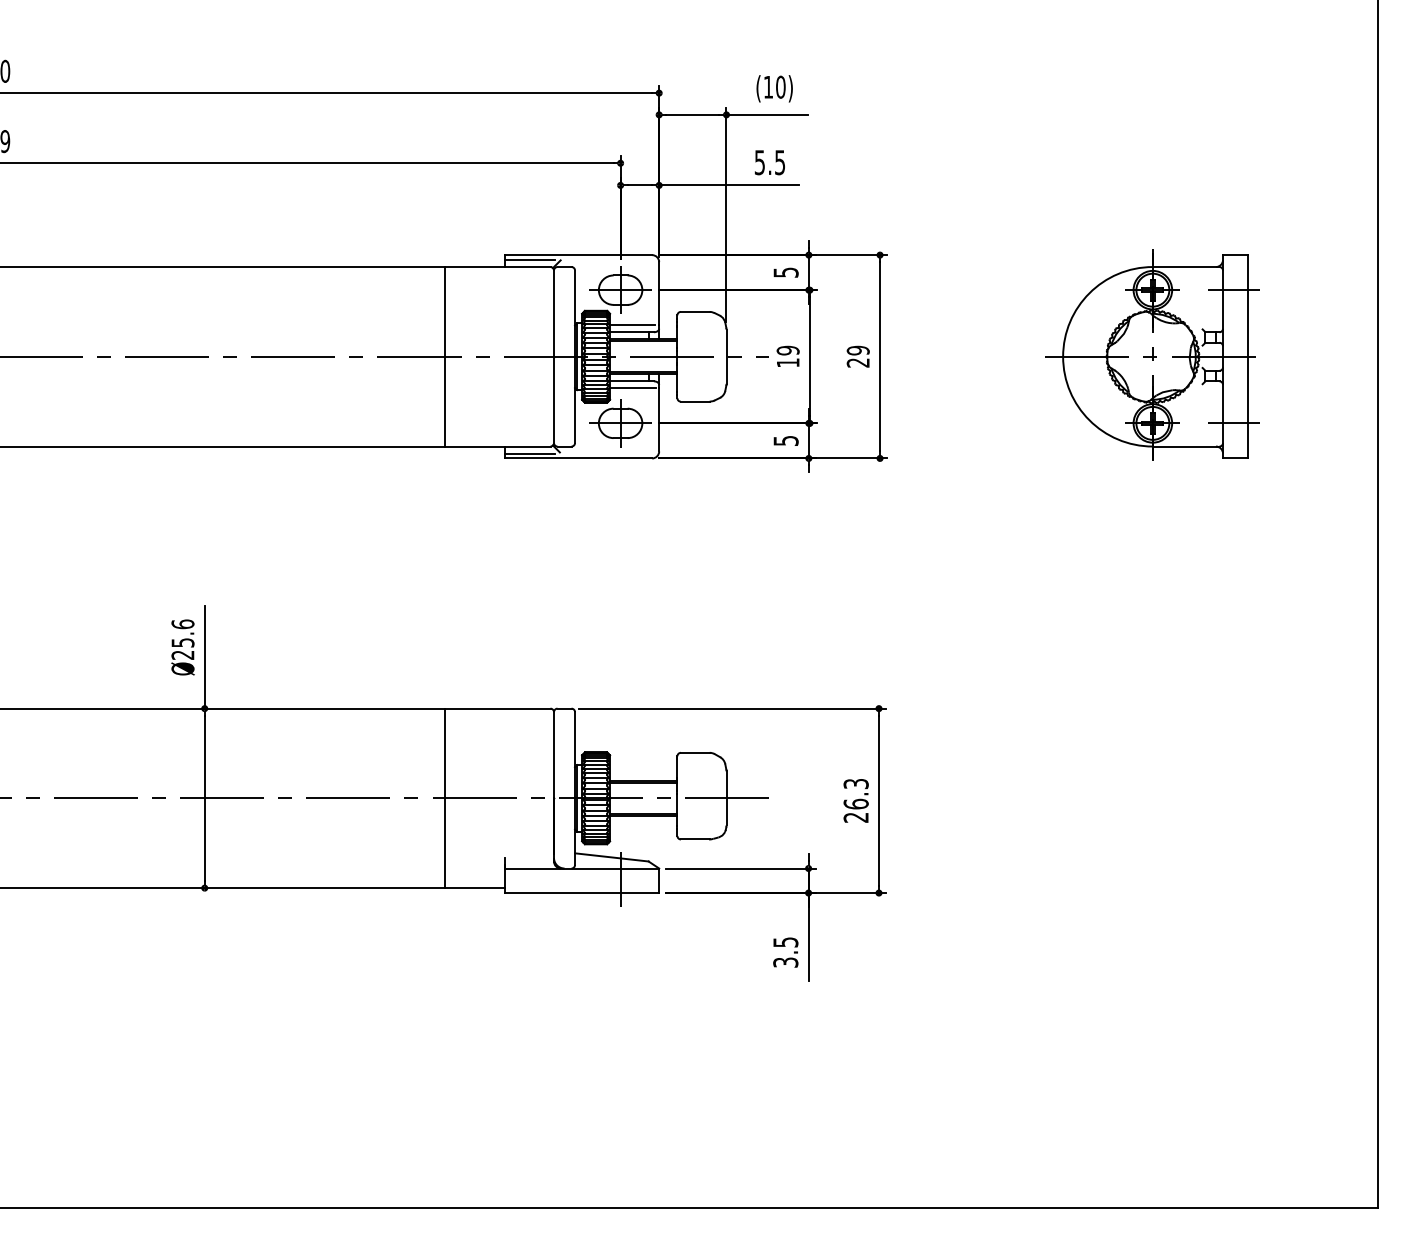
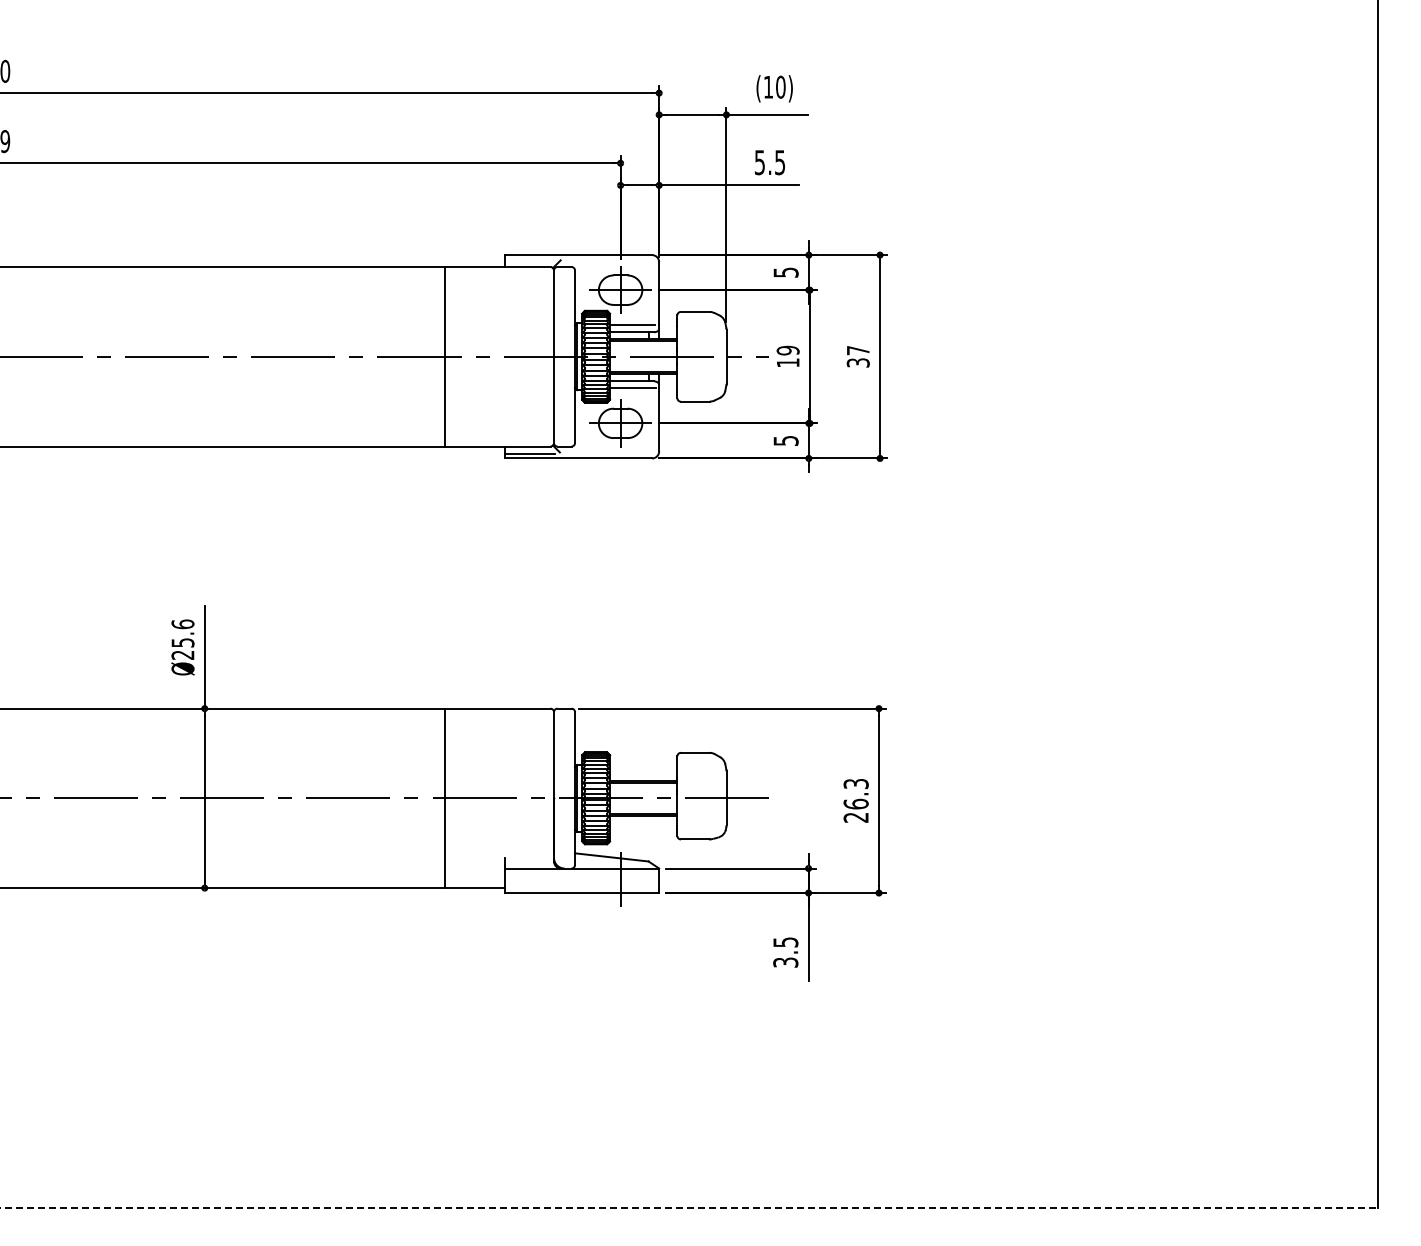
line at (529, 259): present -> none
part at (1152, 354): present -> none
text at (857, 356): 29 -> 37
line at (689, 1208): solid -> dashed
